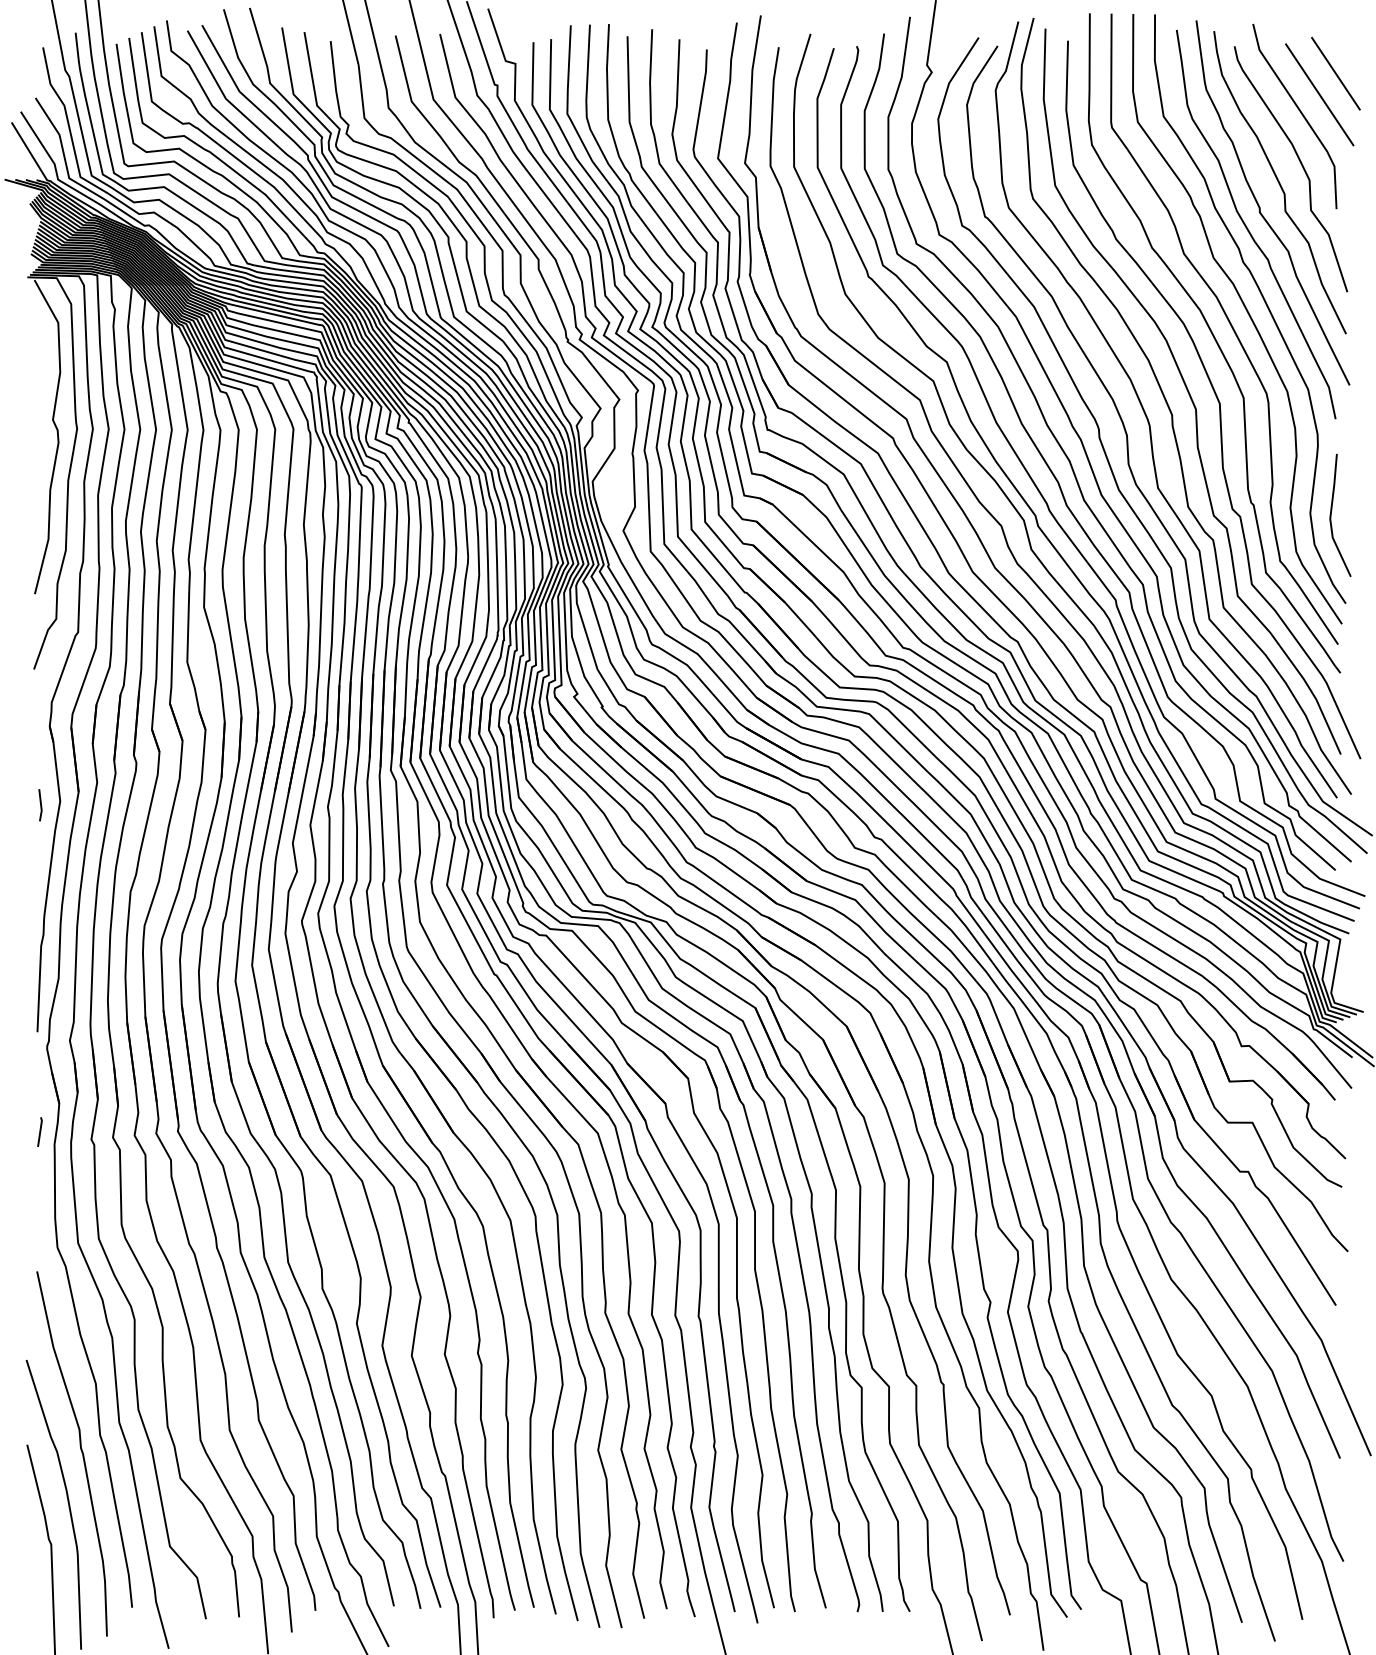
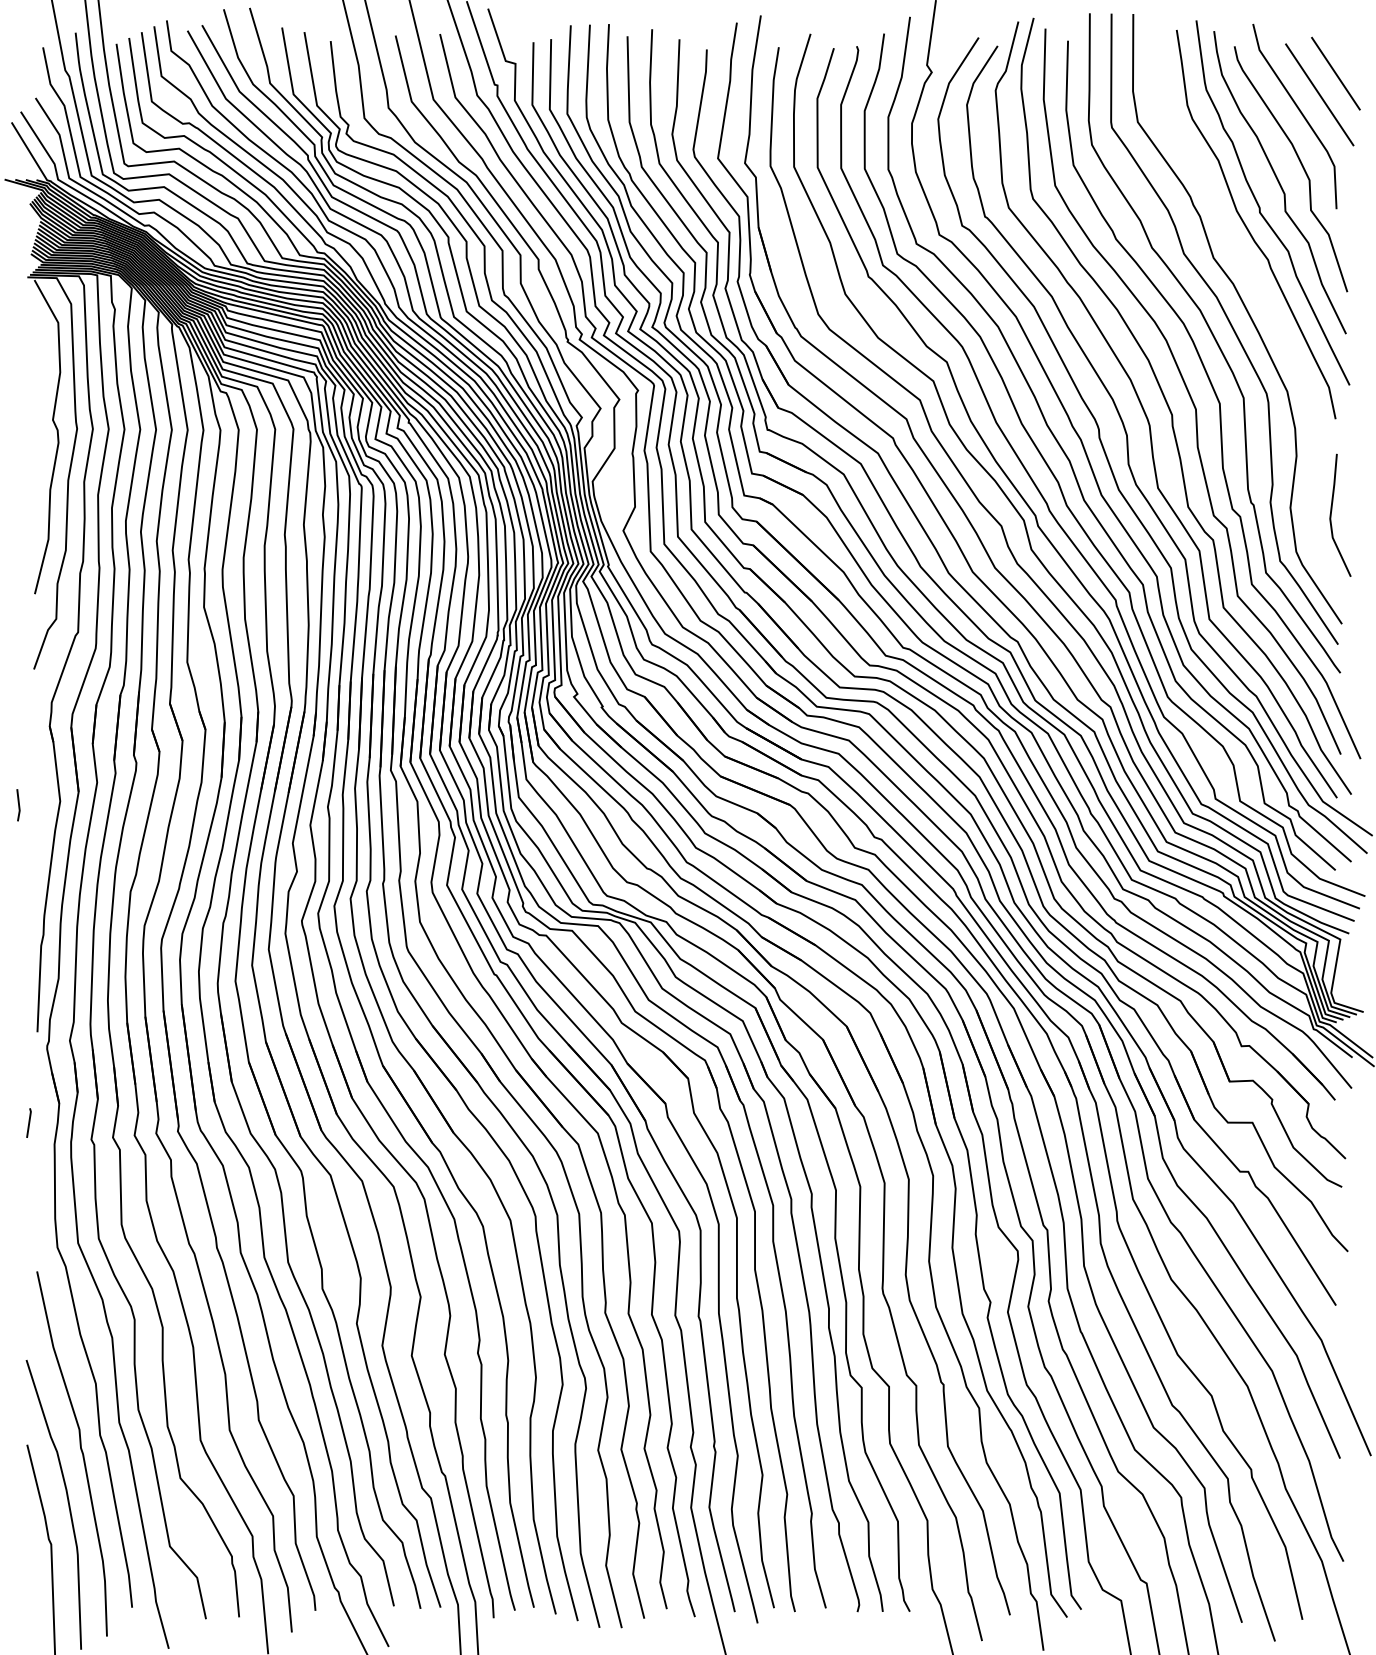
curve at (1264, 302): present -> none
line at (40, 805) position: (40, 805) -> (18, 805)
line at (39, 1131) position: (39, 1131) -> (28, 1122)
